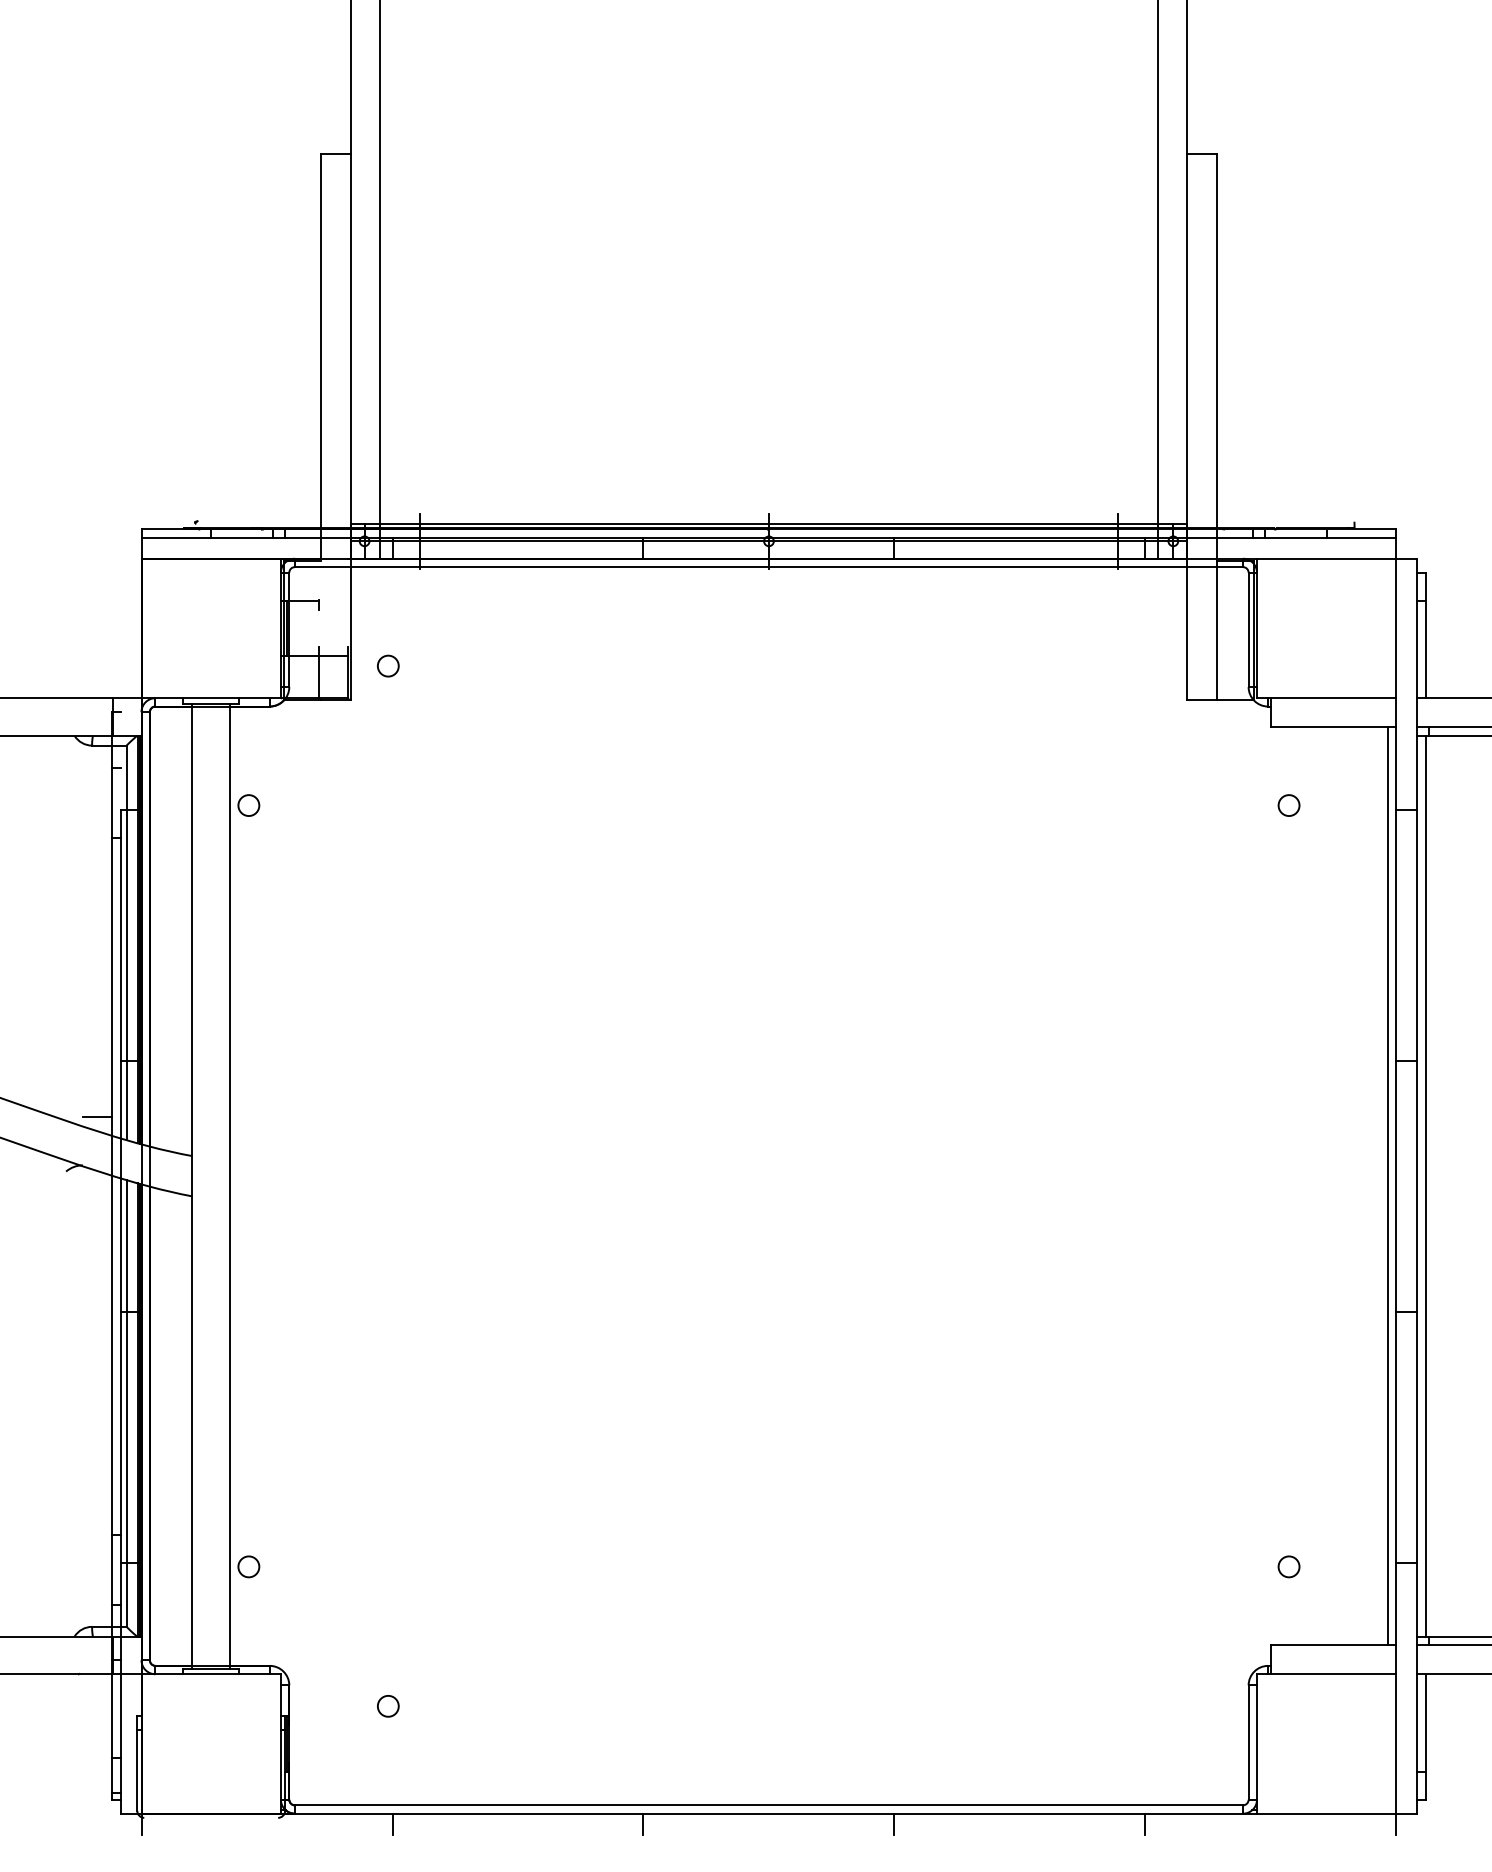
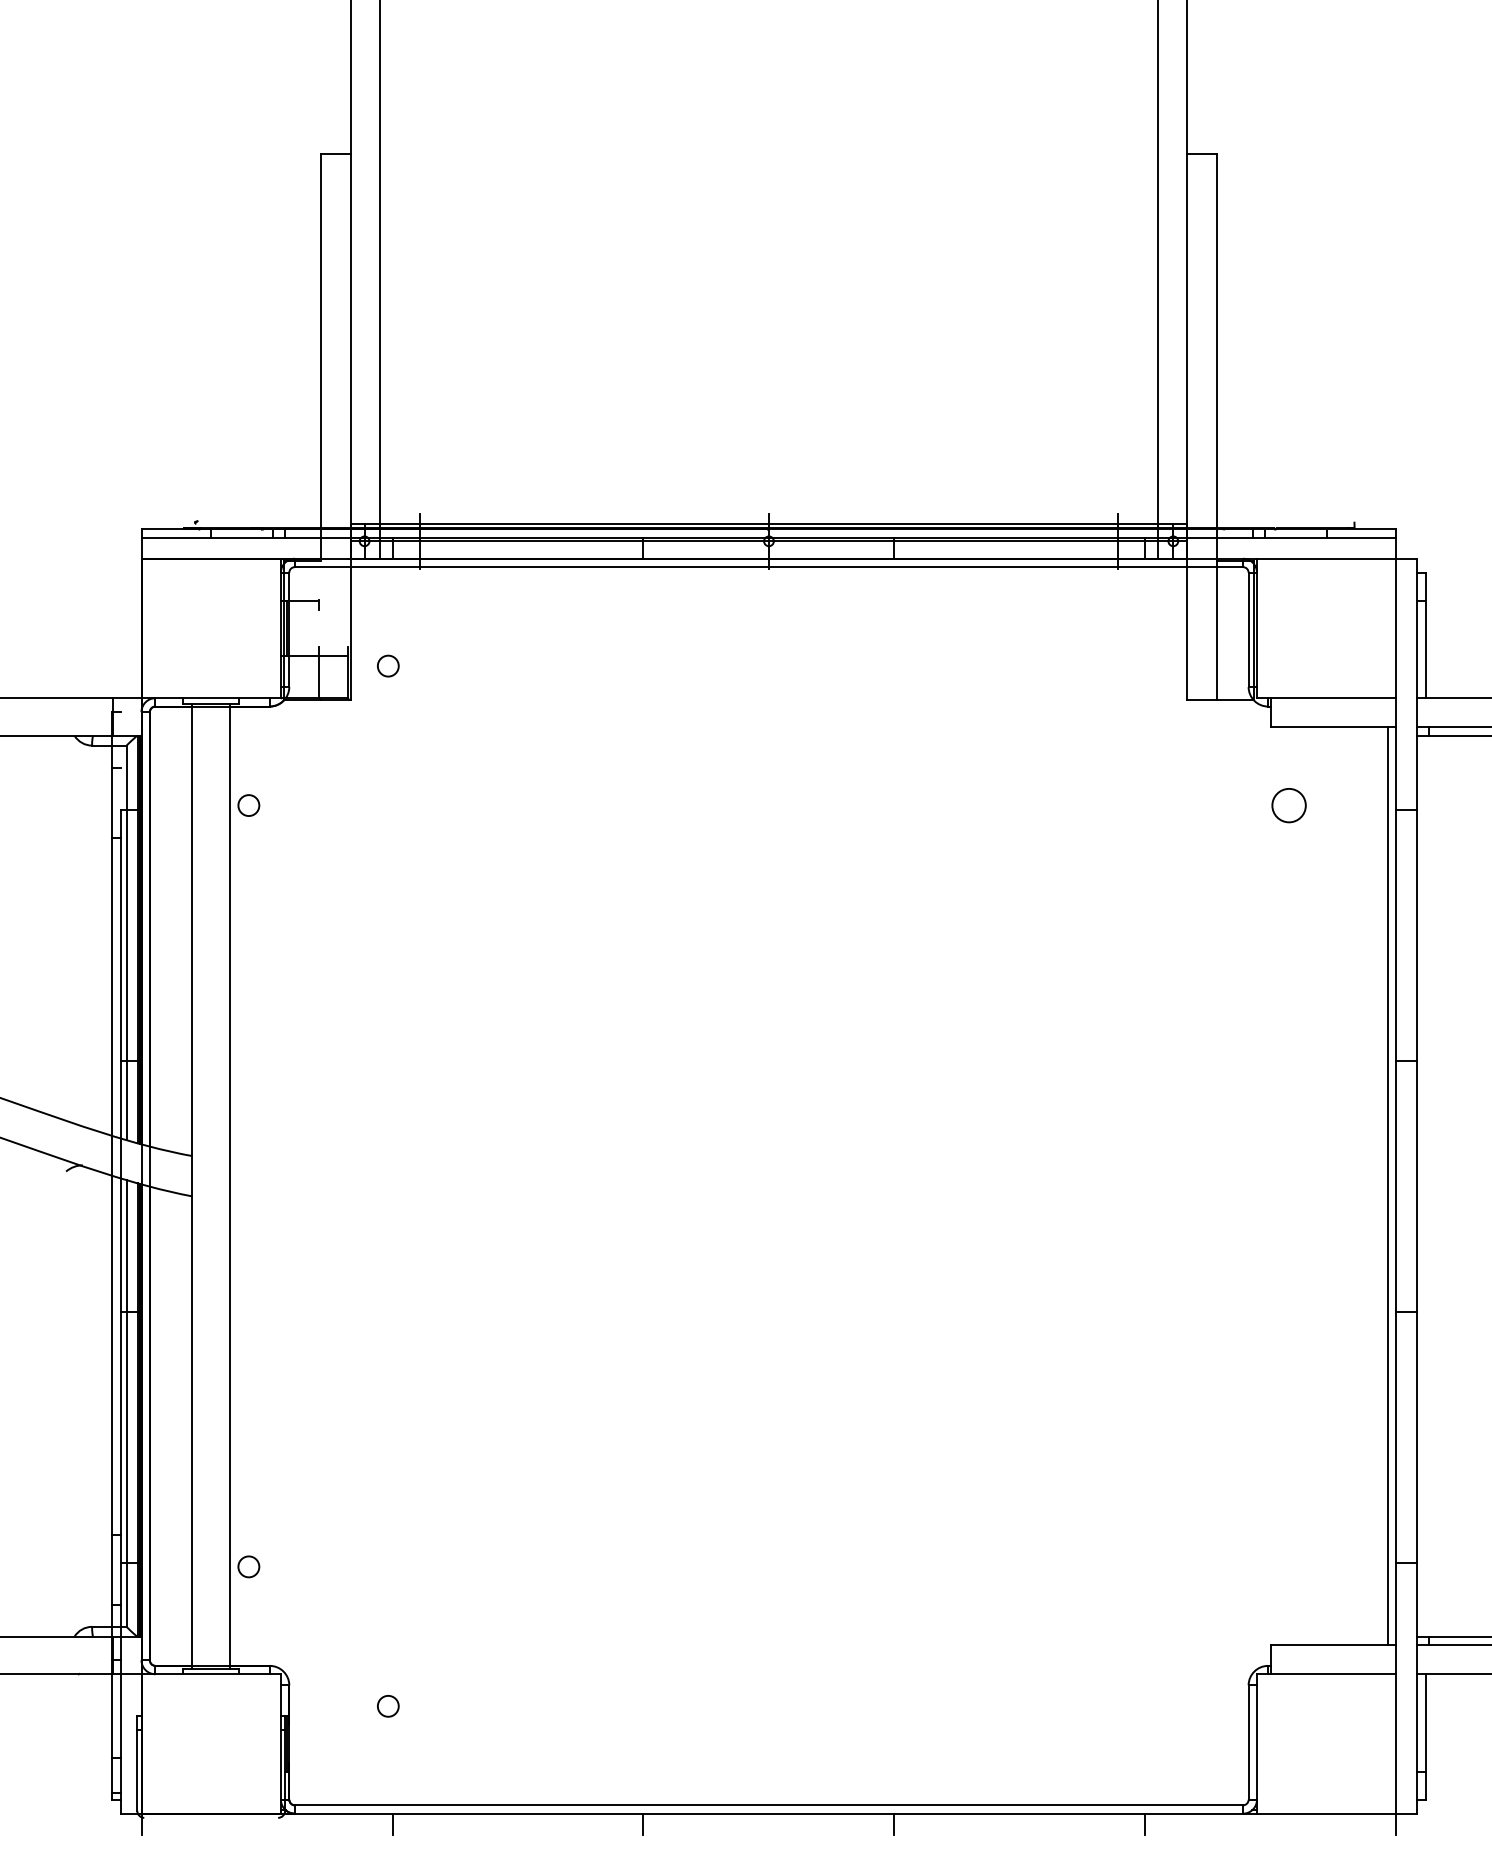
circle at (1288, 805) size: 24x23 px -> 36x36 px
line at (97, 1117): present -> none
line at (1425, 1185): present -> none
circle at (1288, 1566): present -> none
